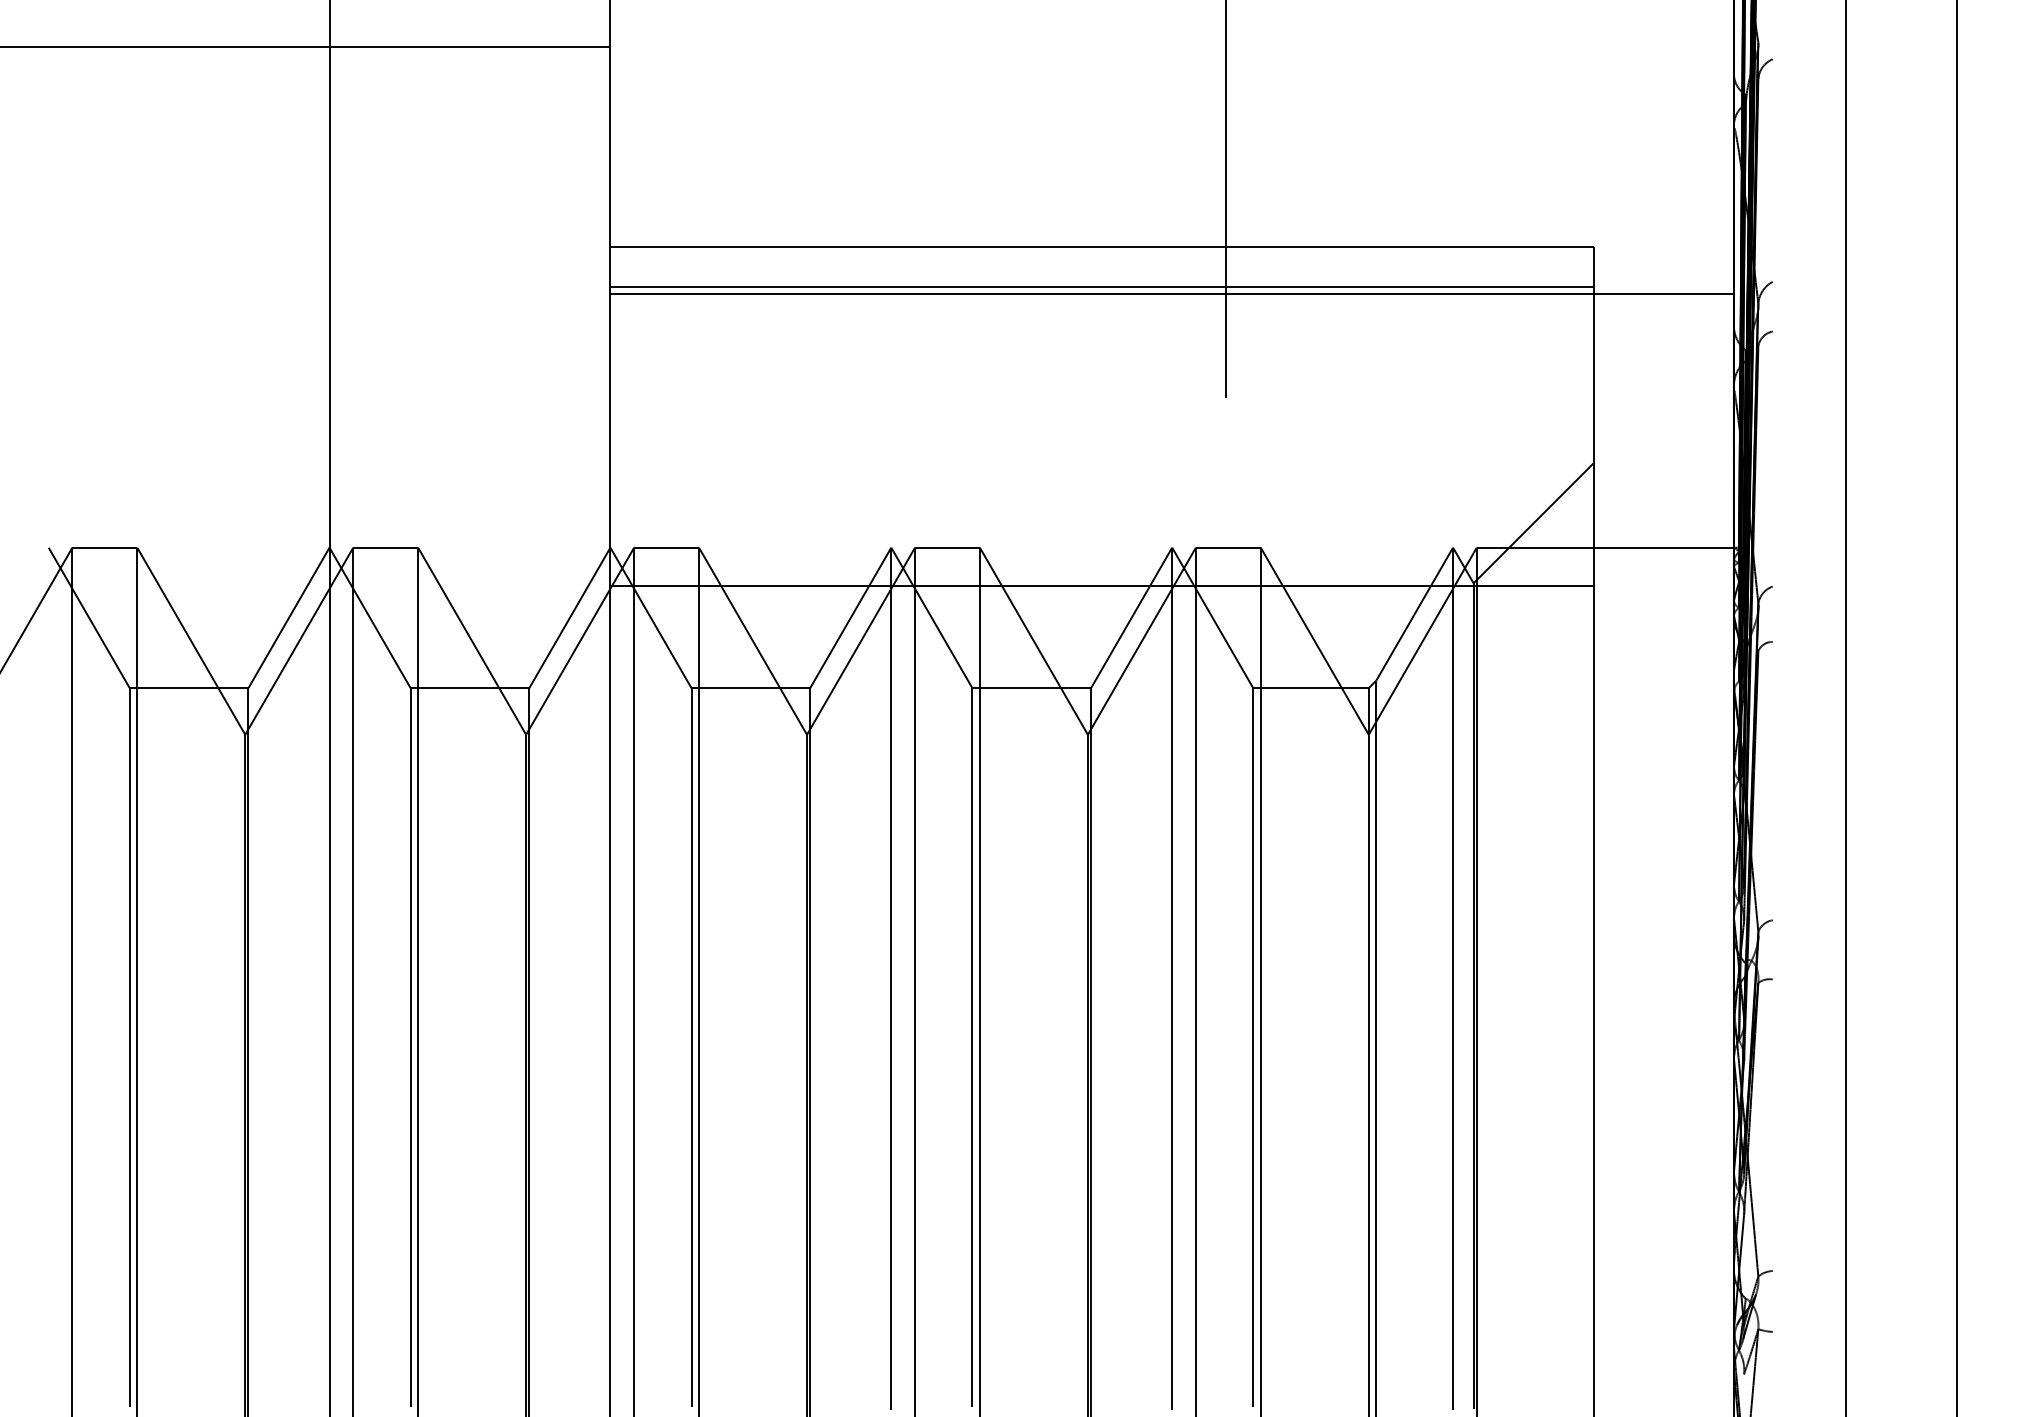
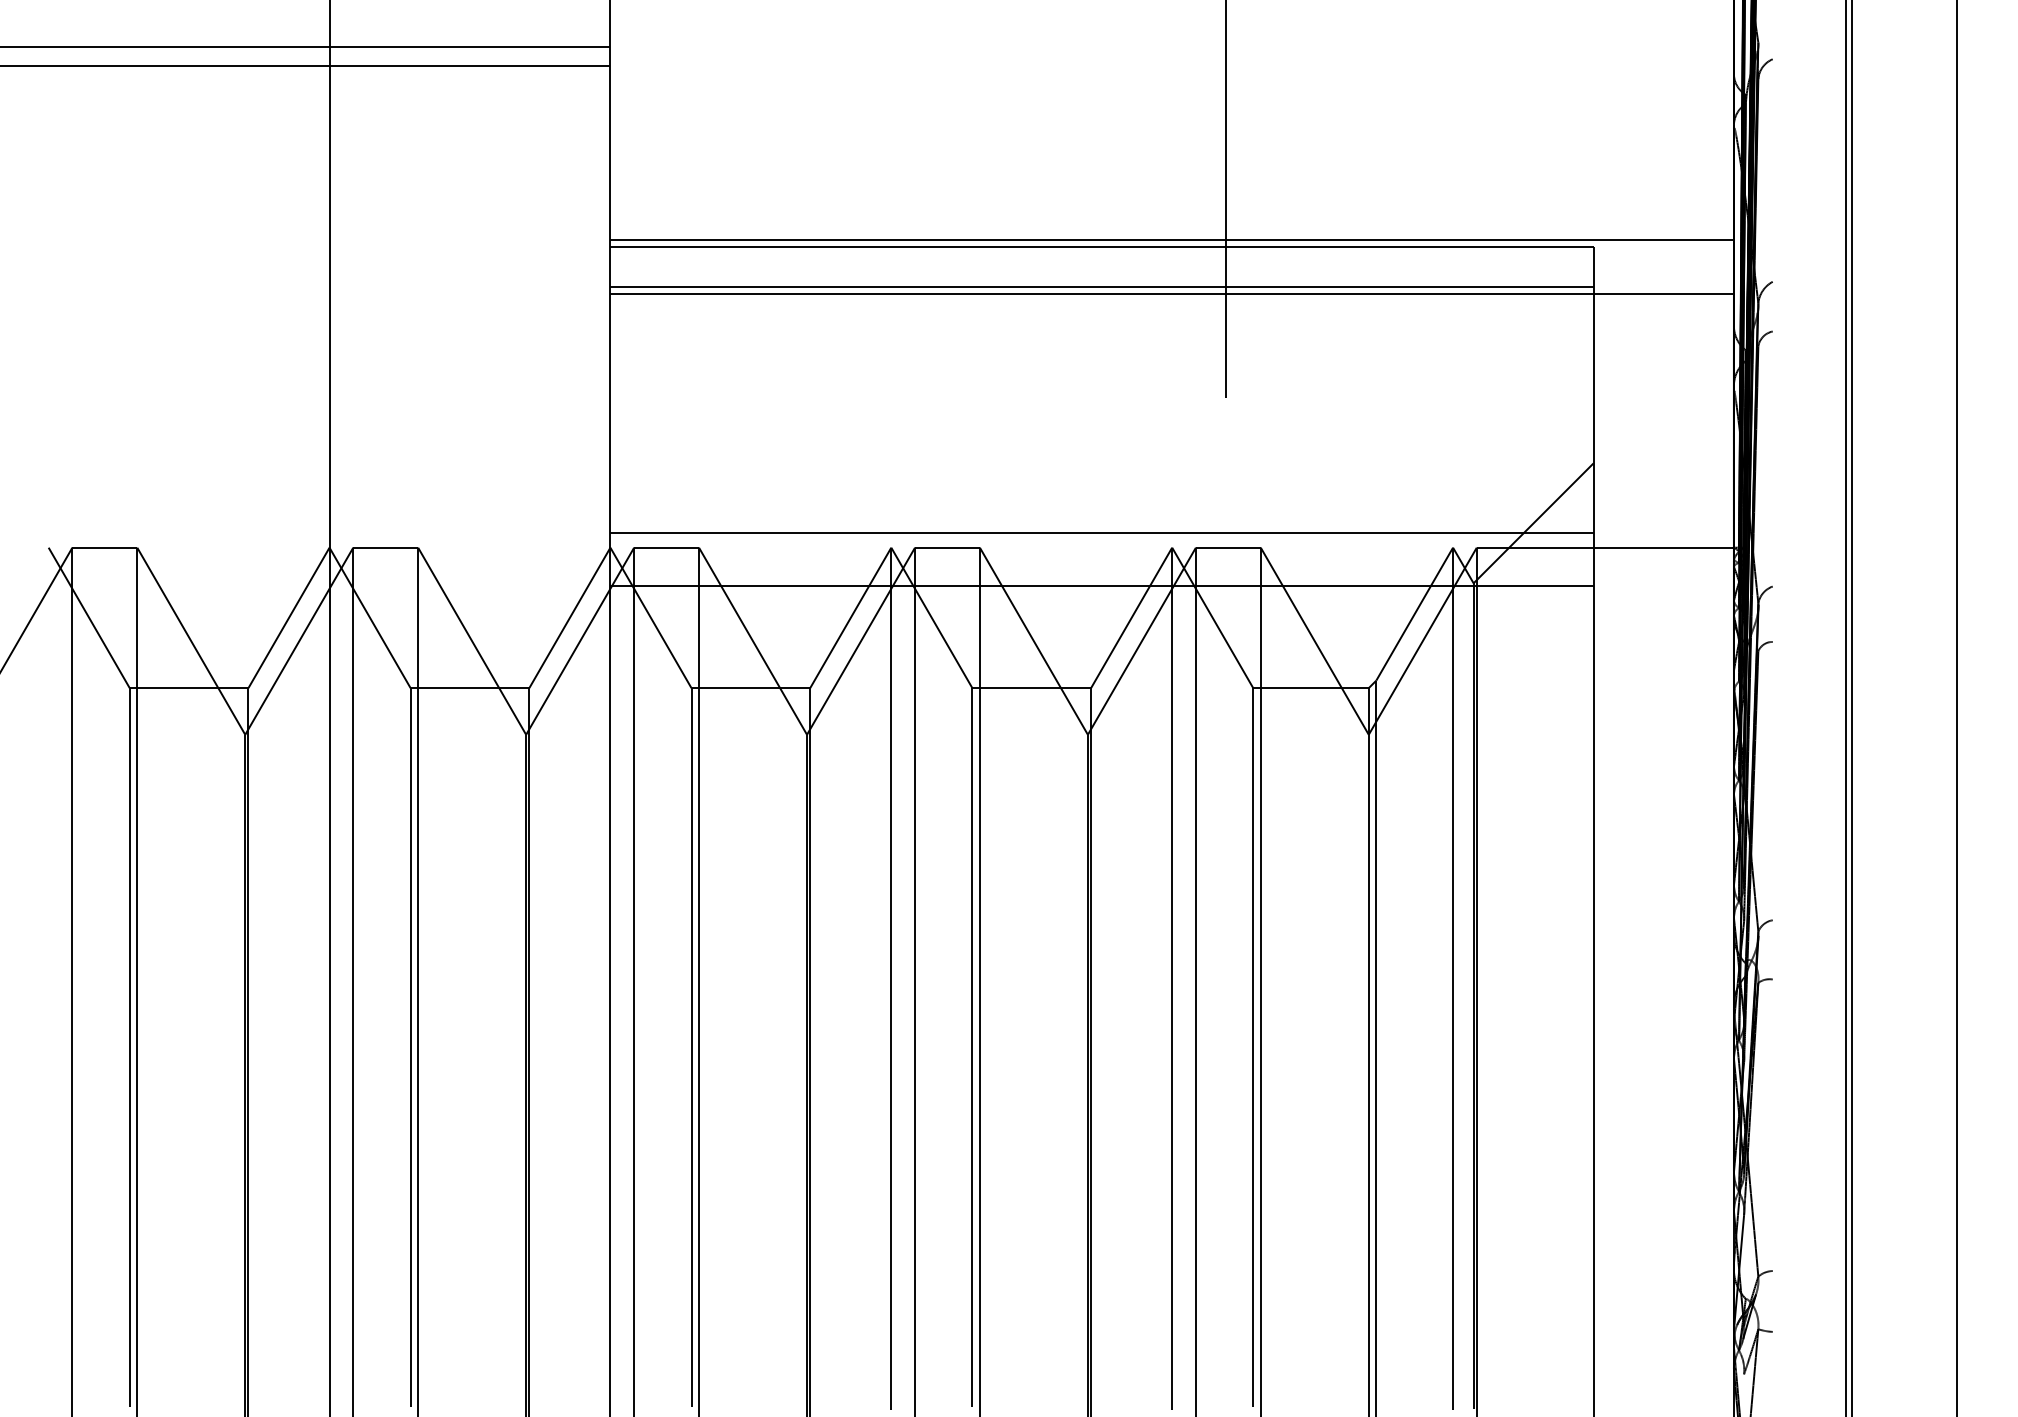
line at (306, 66): none -> present
line at (1171, 239): none -> present
line at (1101, 533): none -> present
line at (1851, 707): none -> present
